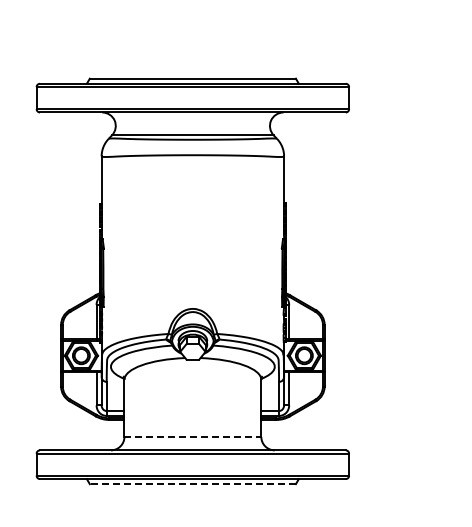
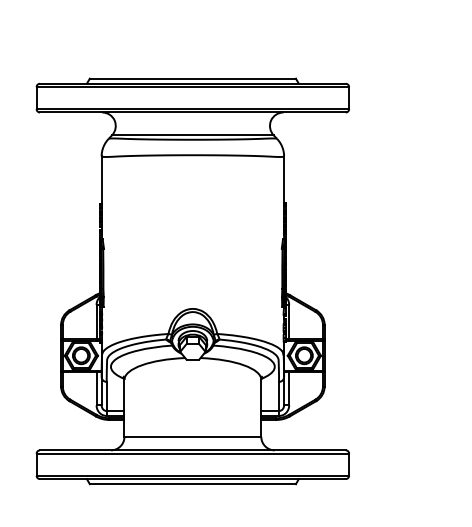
line at (193, 436): dashed -> solid
line at (192, 484): dashed -> solid
